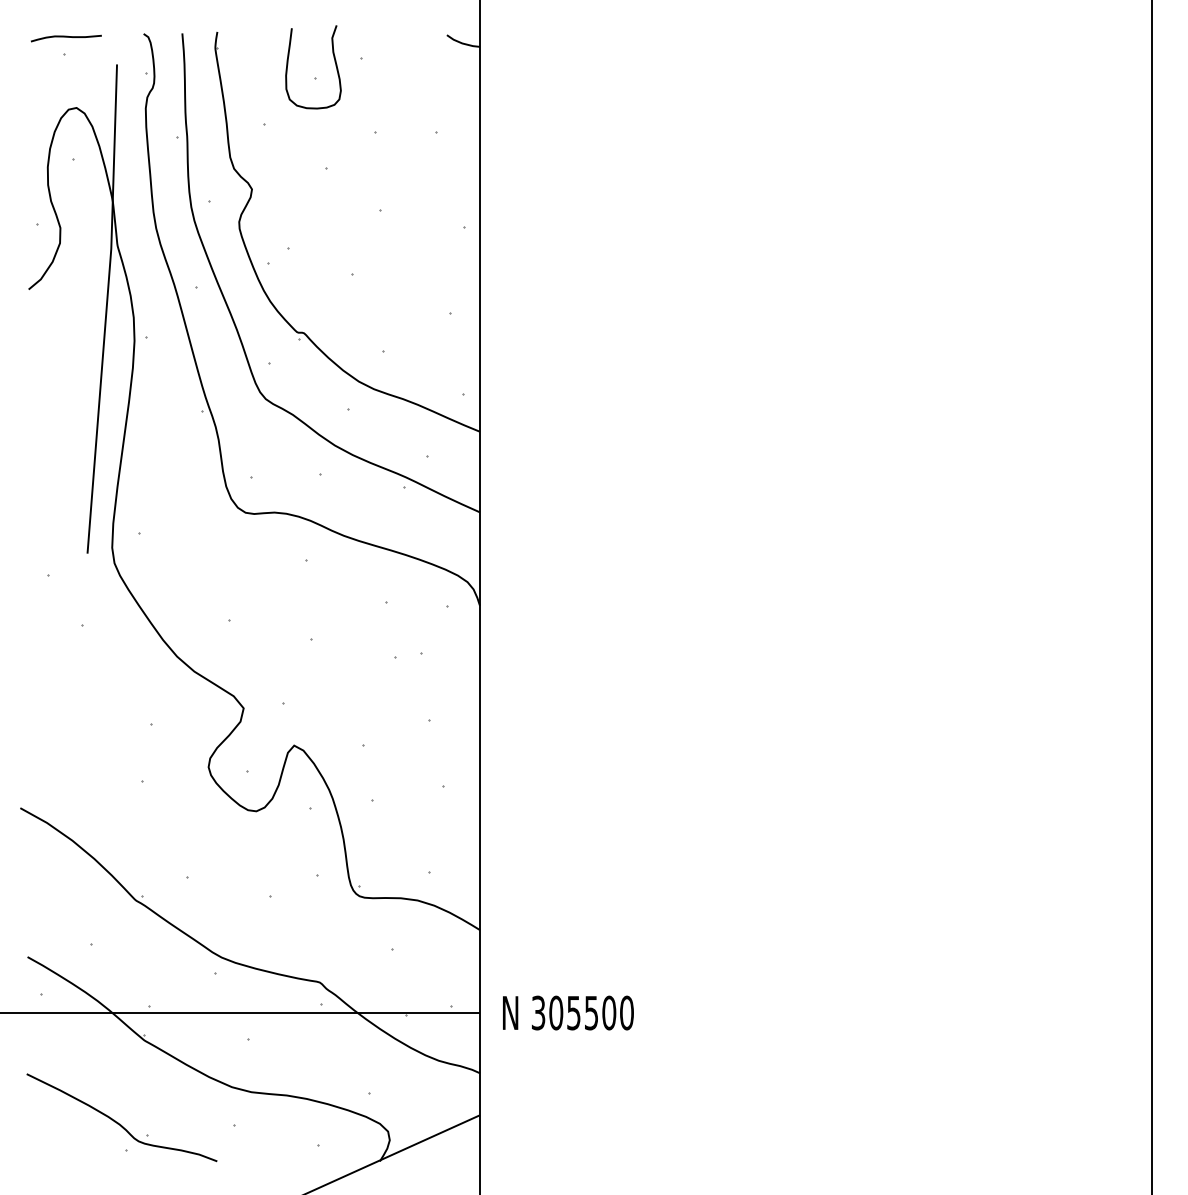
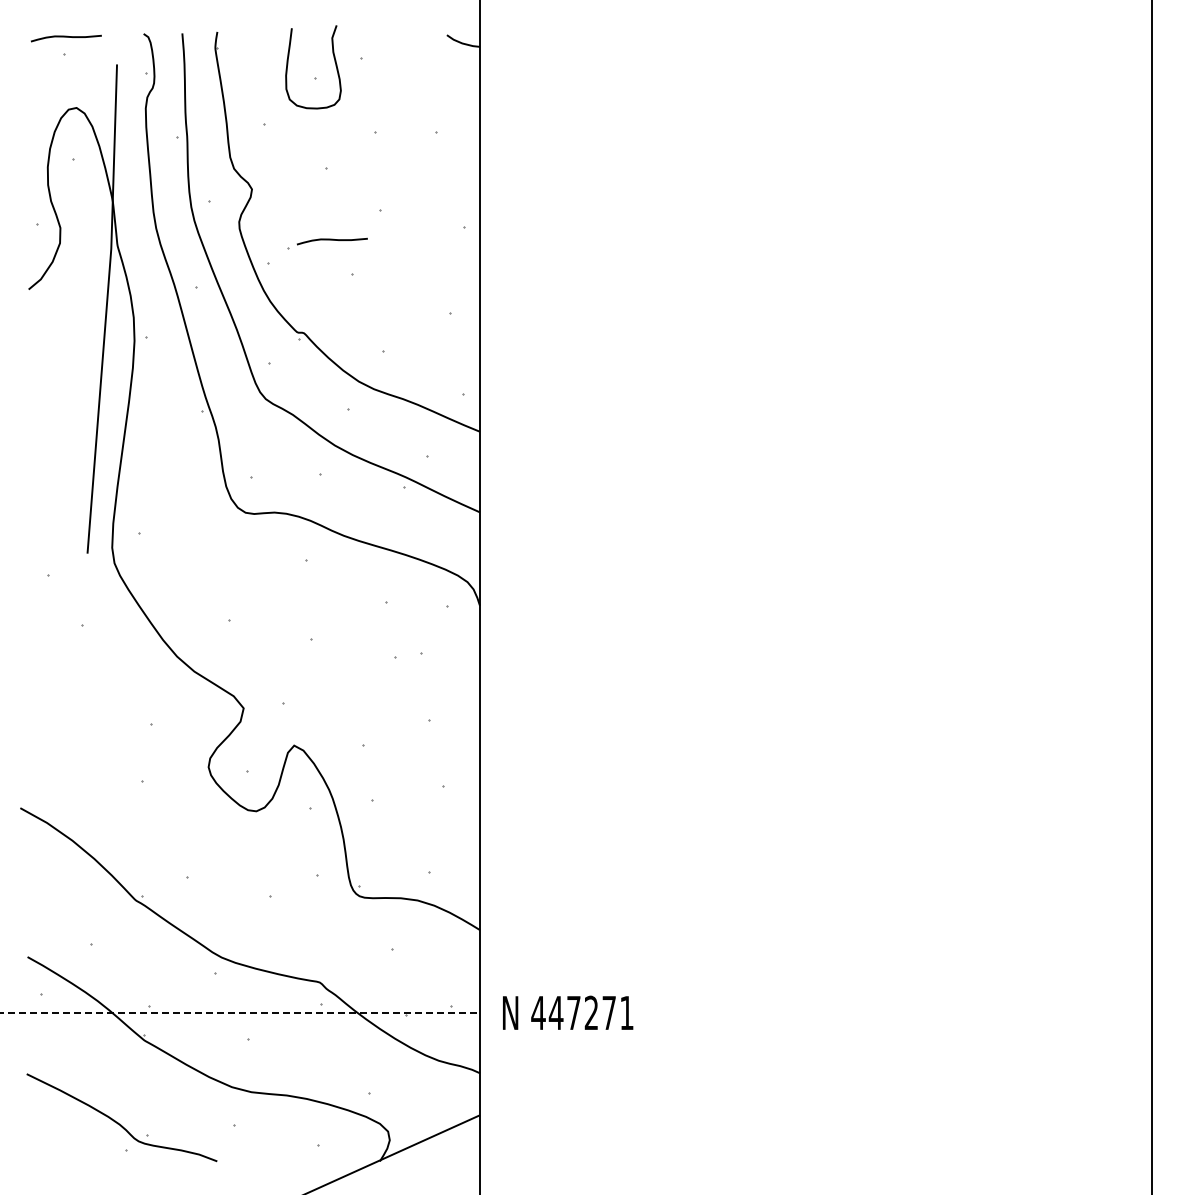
curve at (332, 240): none -> present
text at (582, 1012): 305500 -> 447271
line at (240, 1013): solid -> dashed
